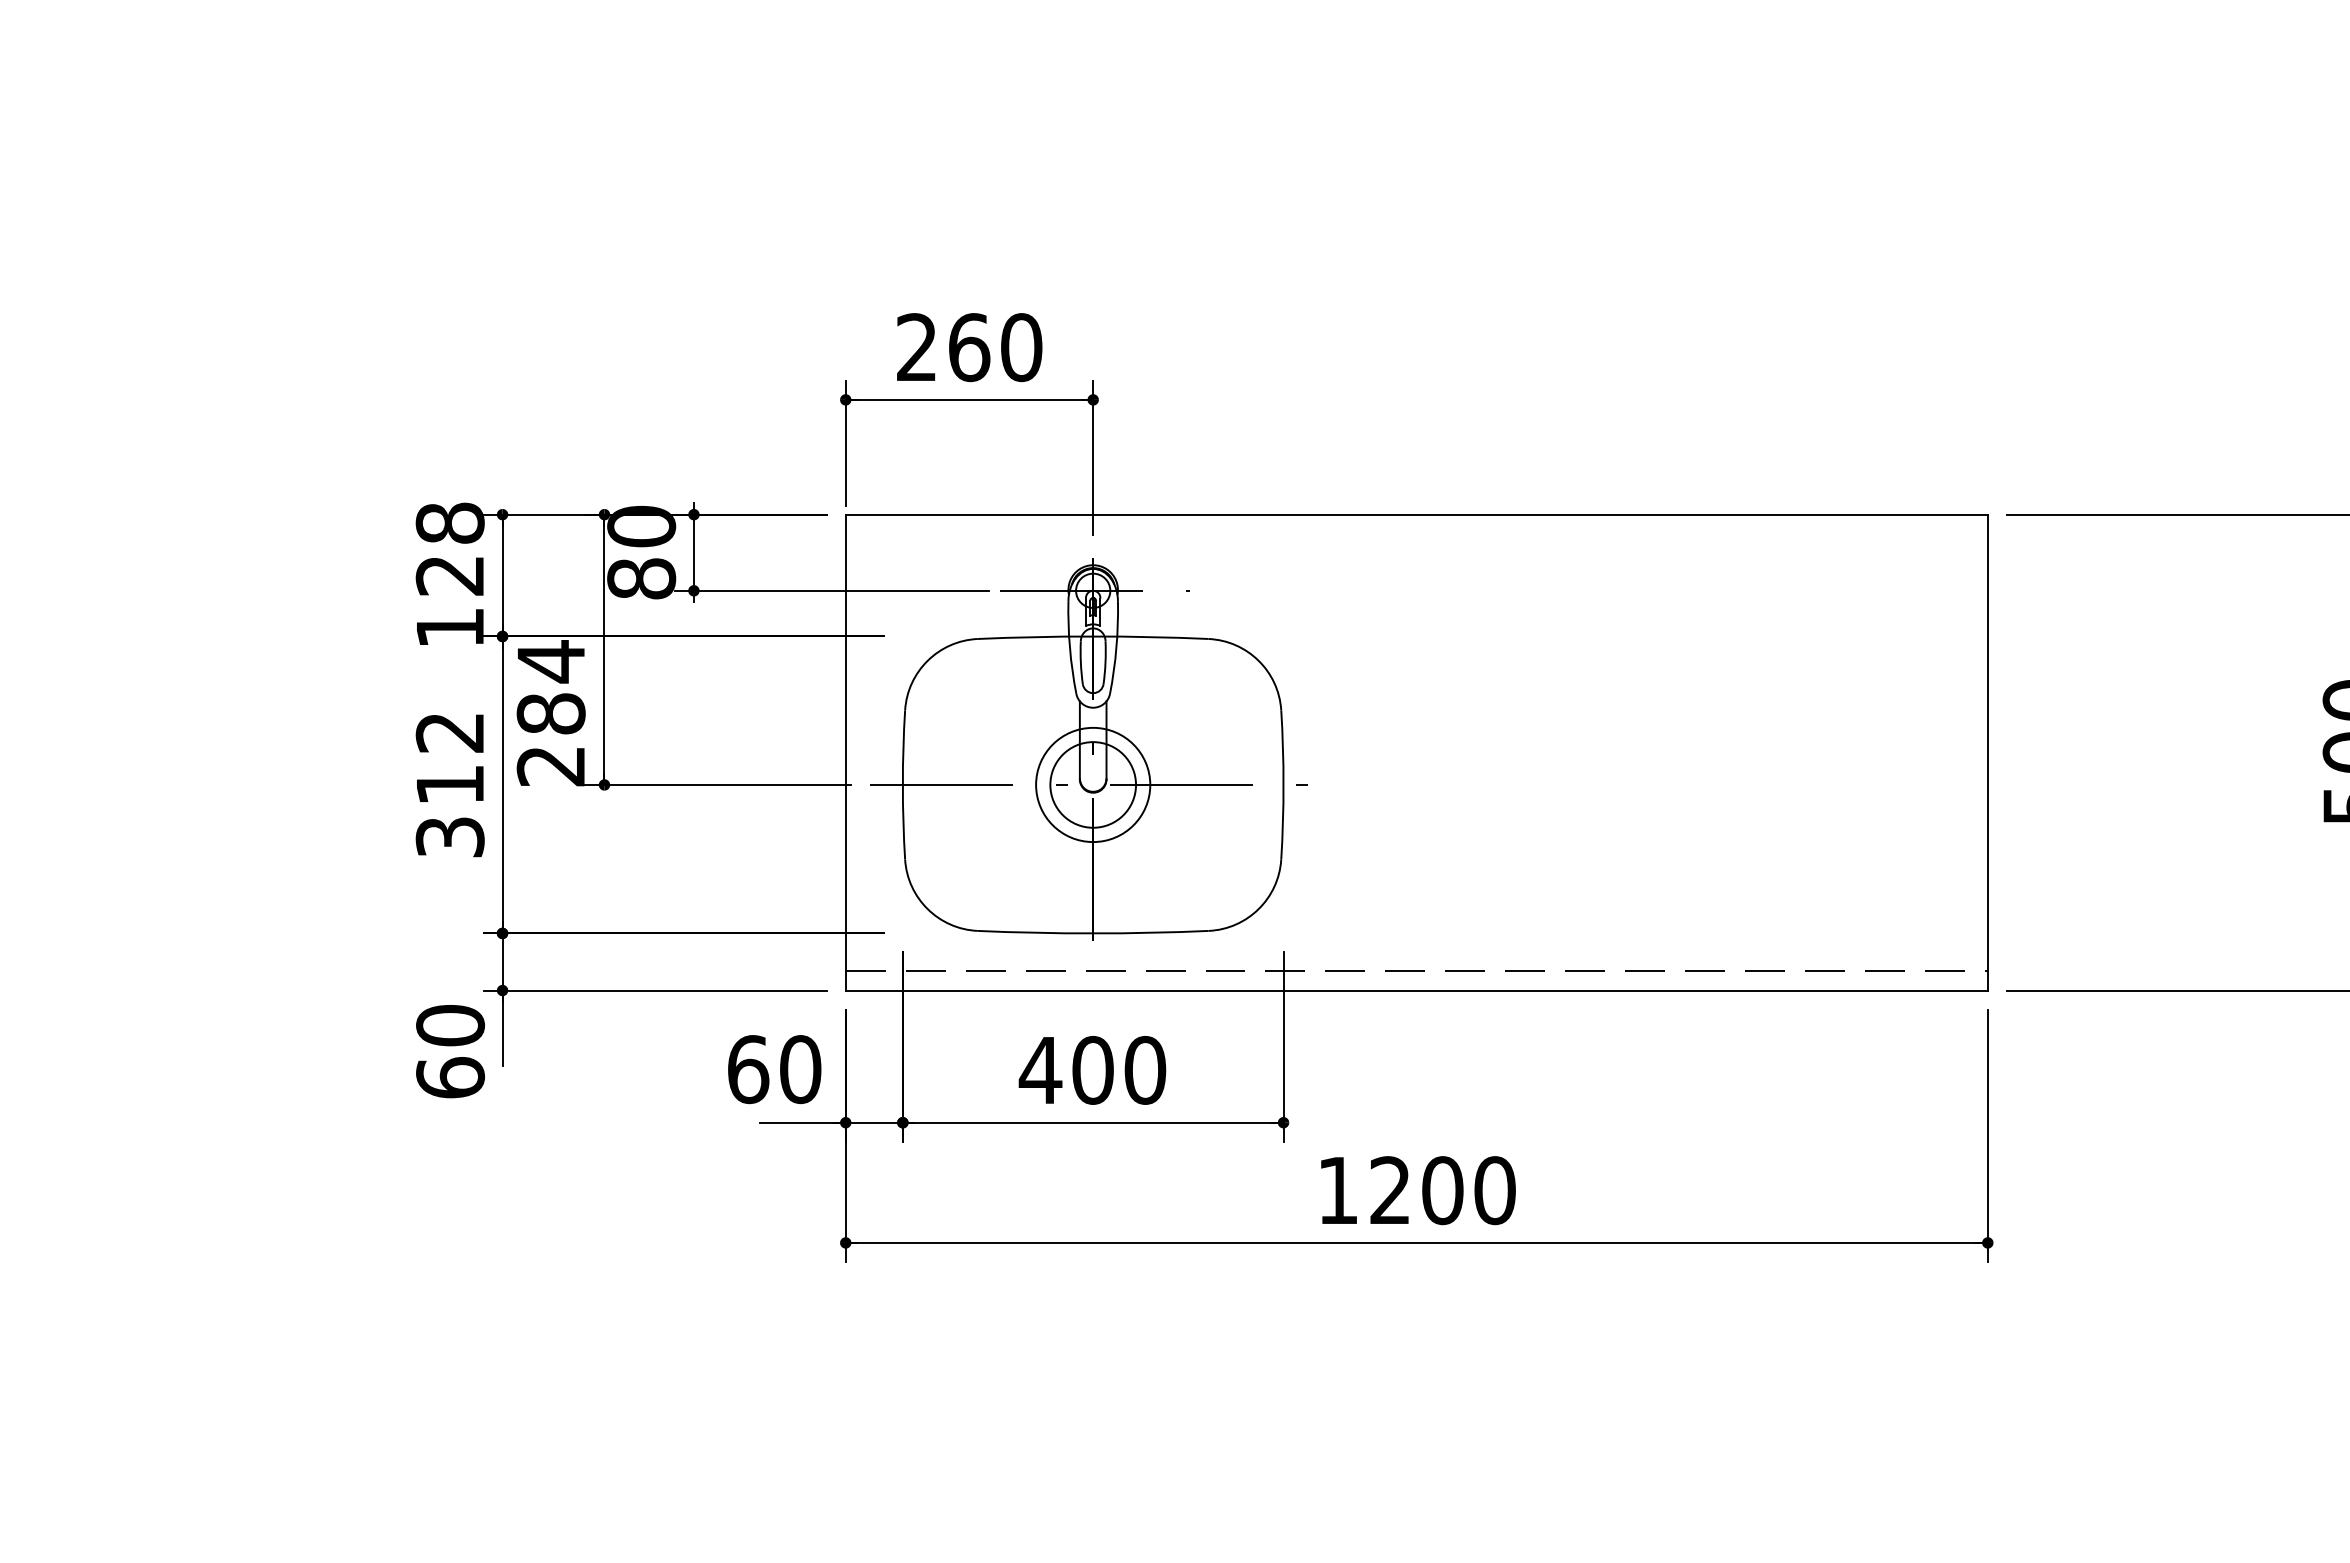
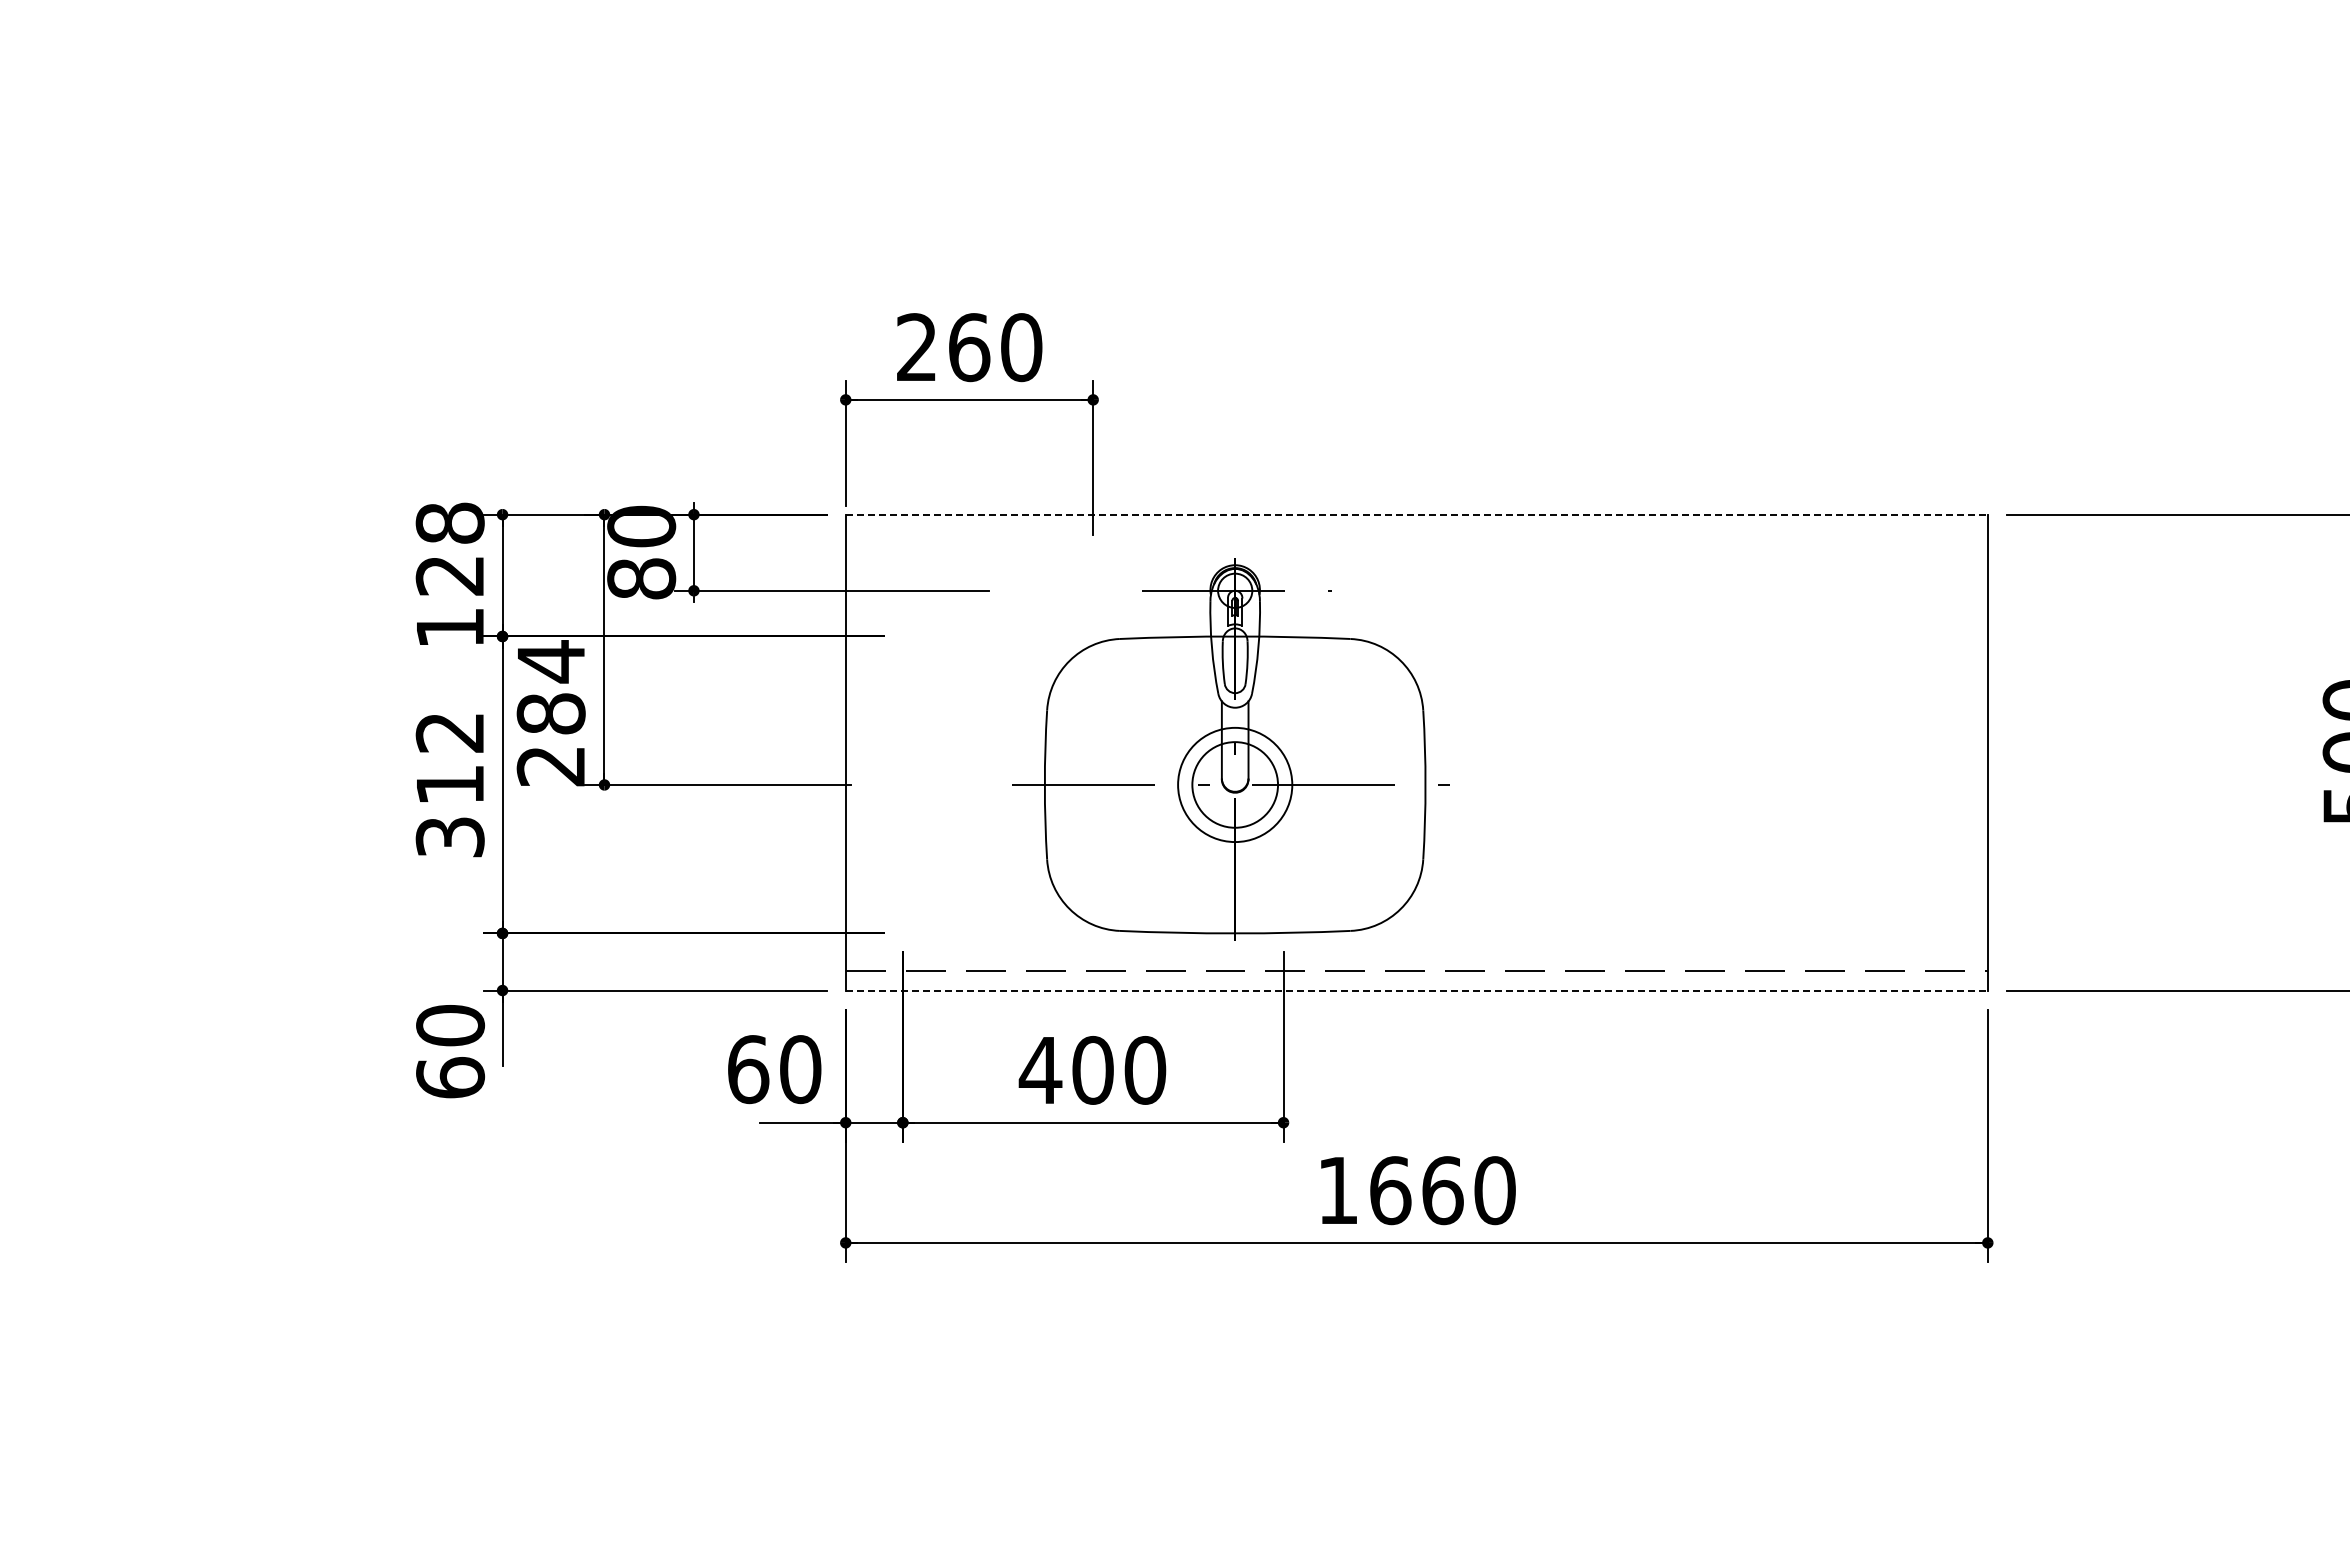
line at (1417, 514): solid -> dashed
part at (1088, 749) position: (1088, 749) -> (1230, 749)
line at (1417, 990): solid -> dashed
text at (1416, 1190): 1200 -> 1660
